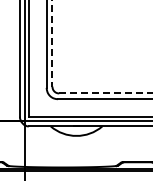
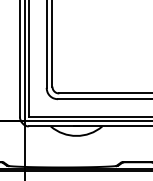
line at (52, 43): dashed -> solid
line at (106, 93): dashed -> solid
